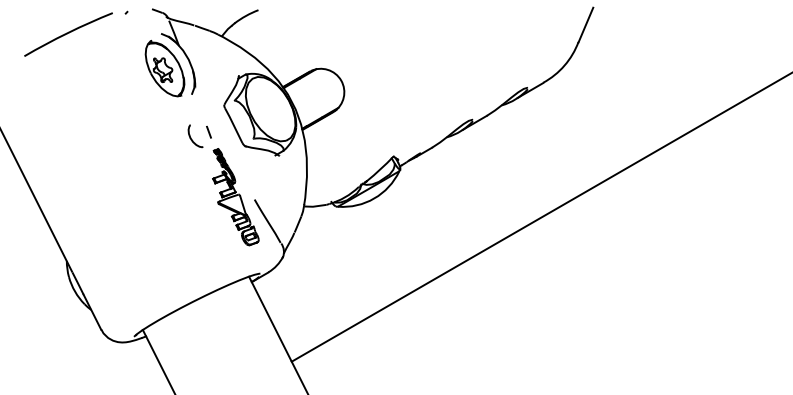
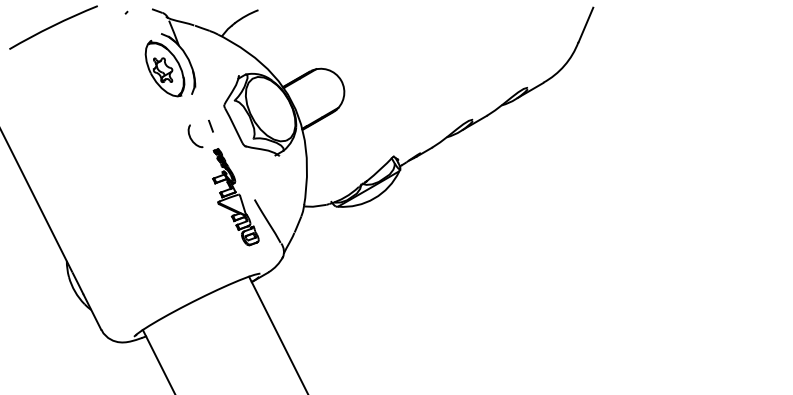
arc at (68, 33) position: (68, 33) -> (53, 26)
line at (208, 132) position: (208, 132) -> (210, 126)
line at (540, 217): present -> none
